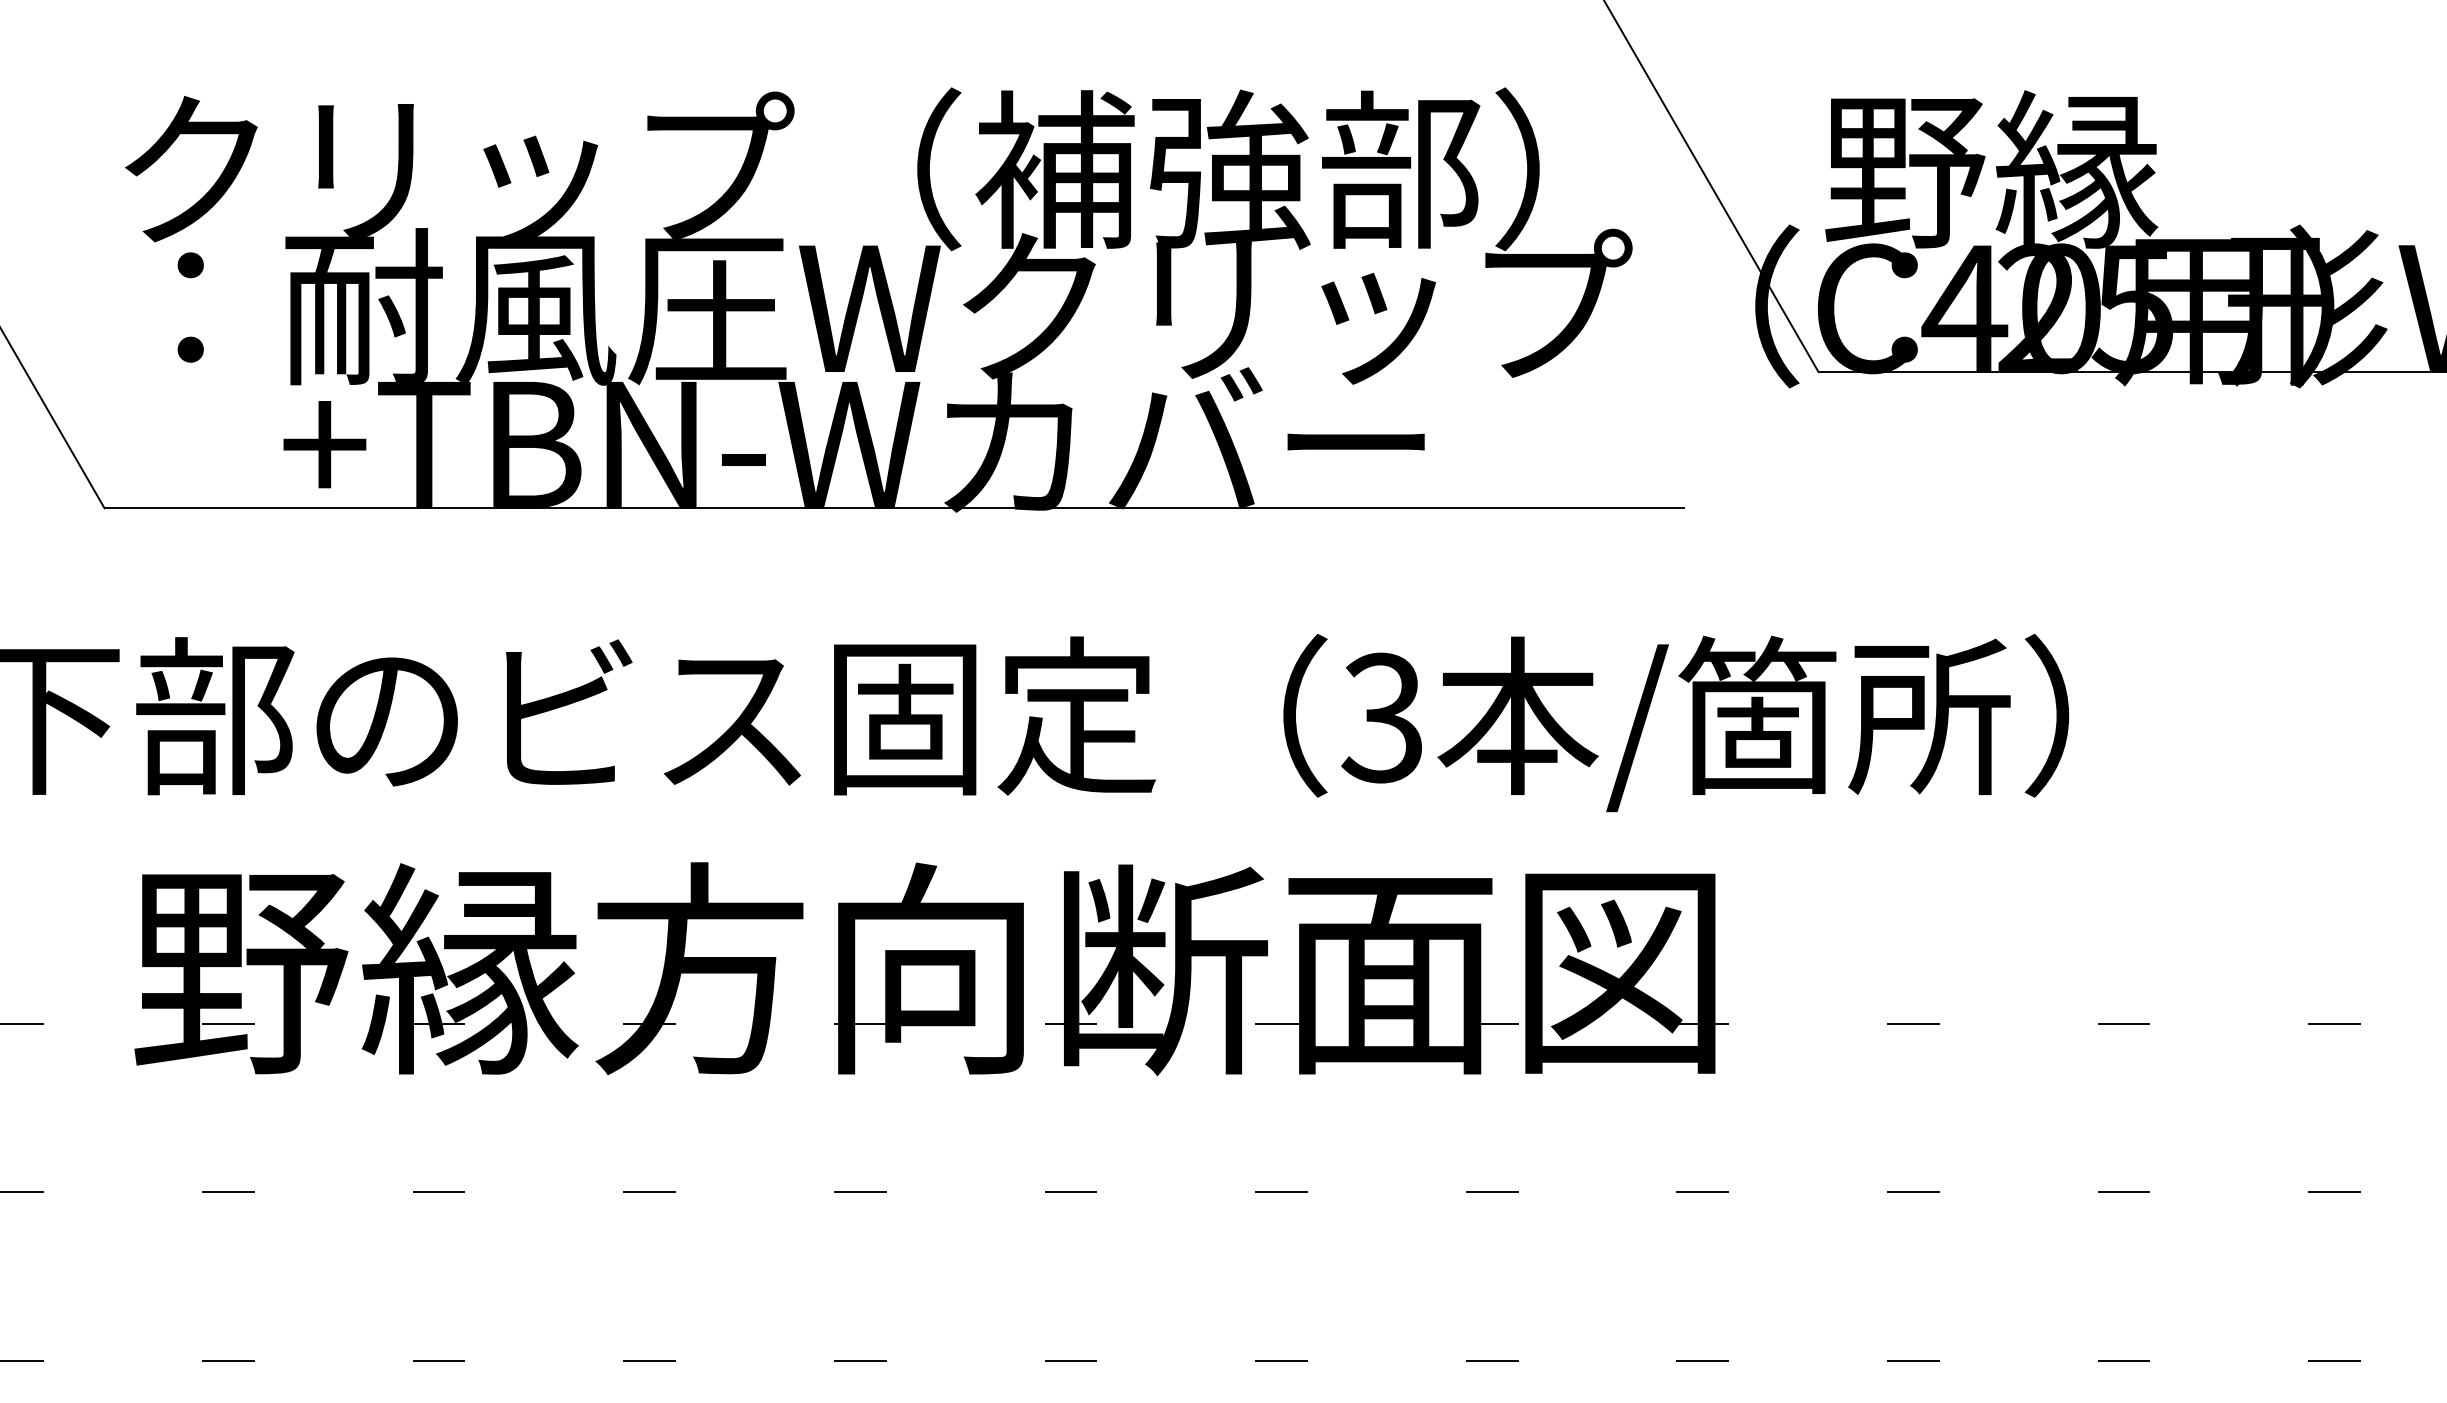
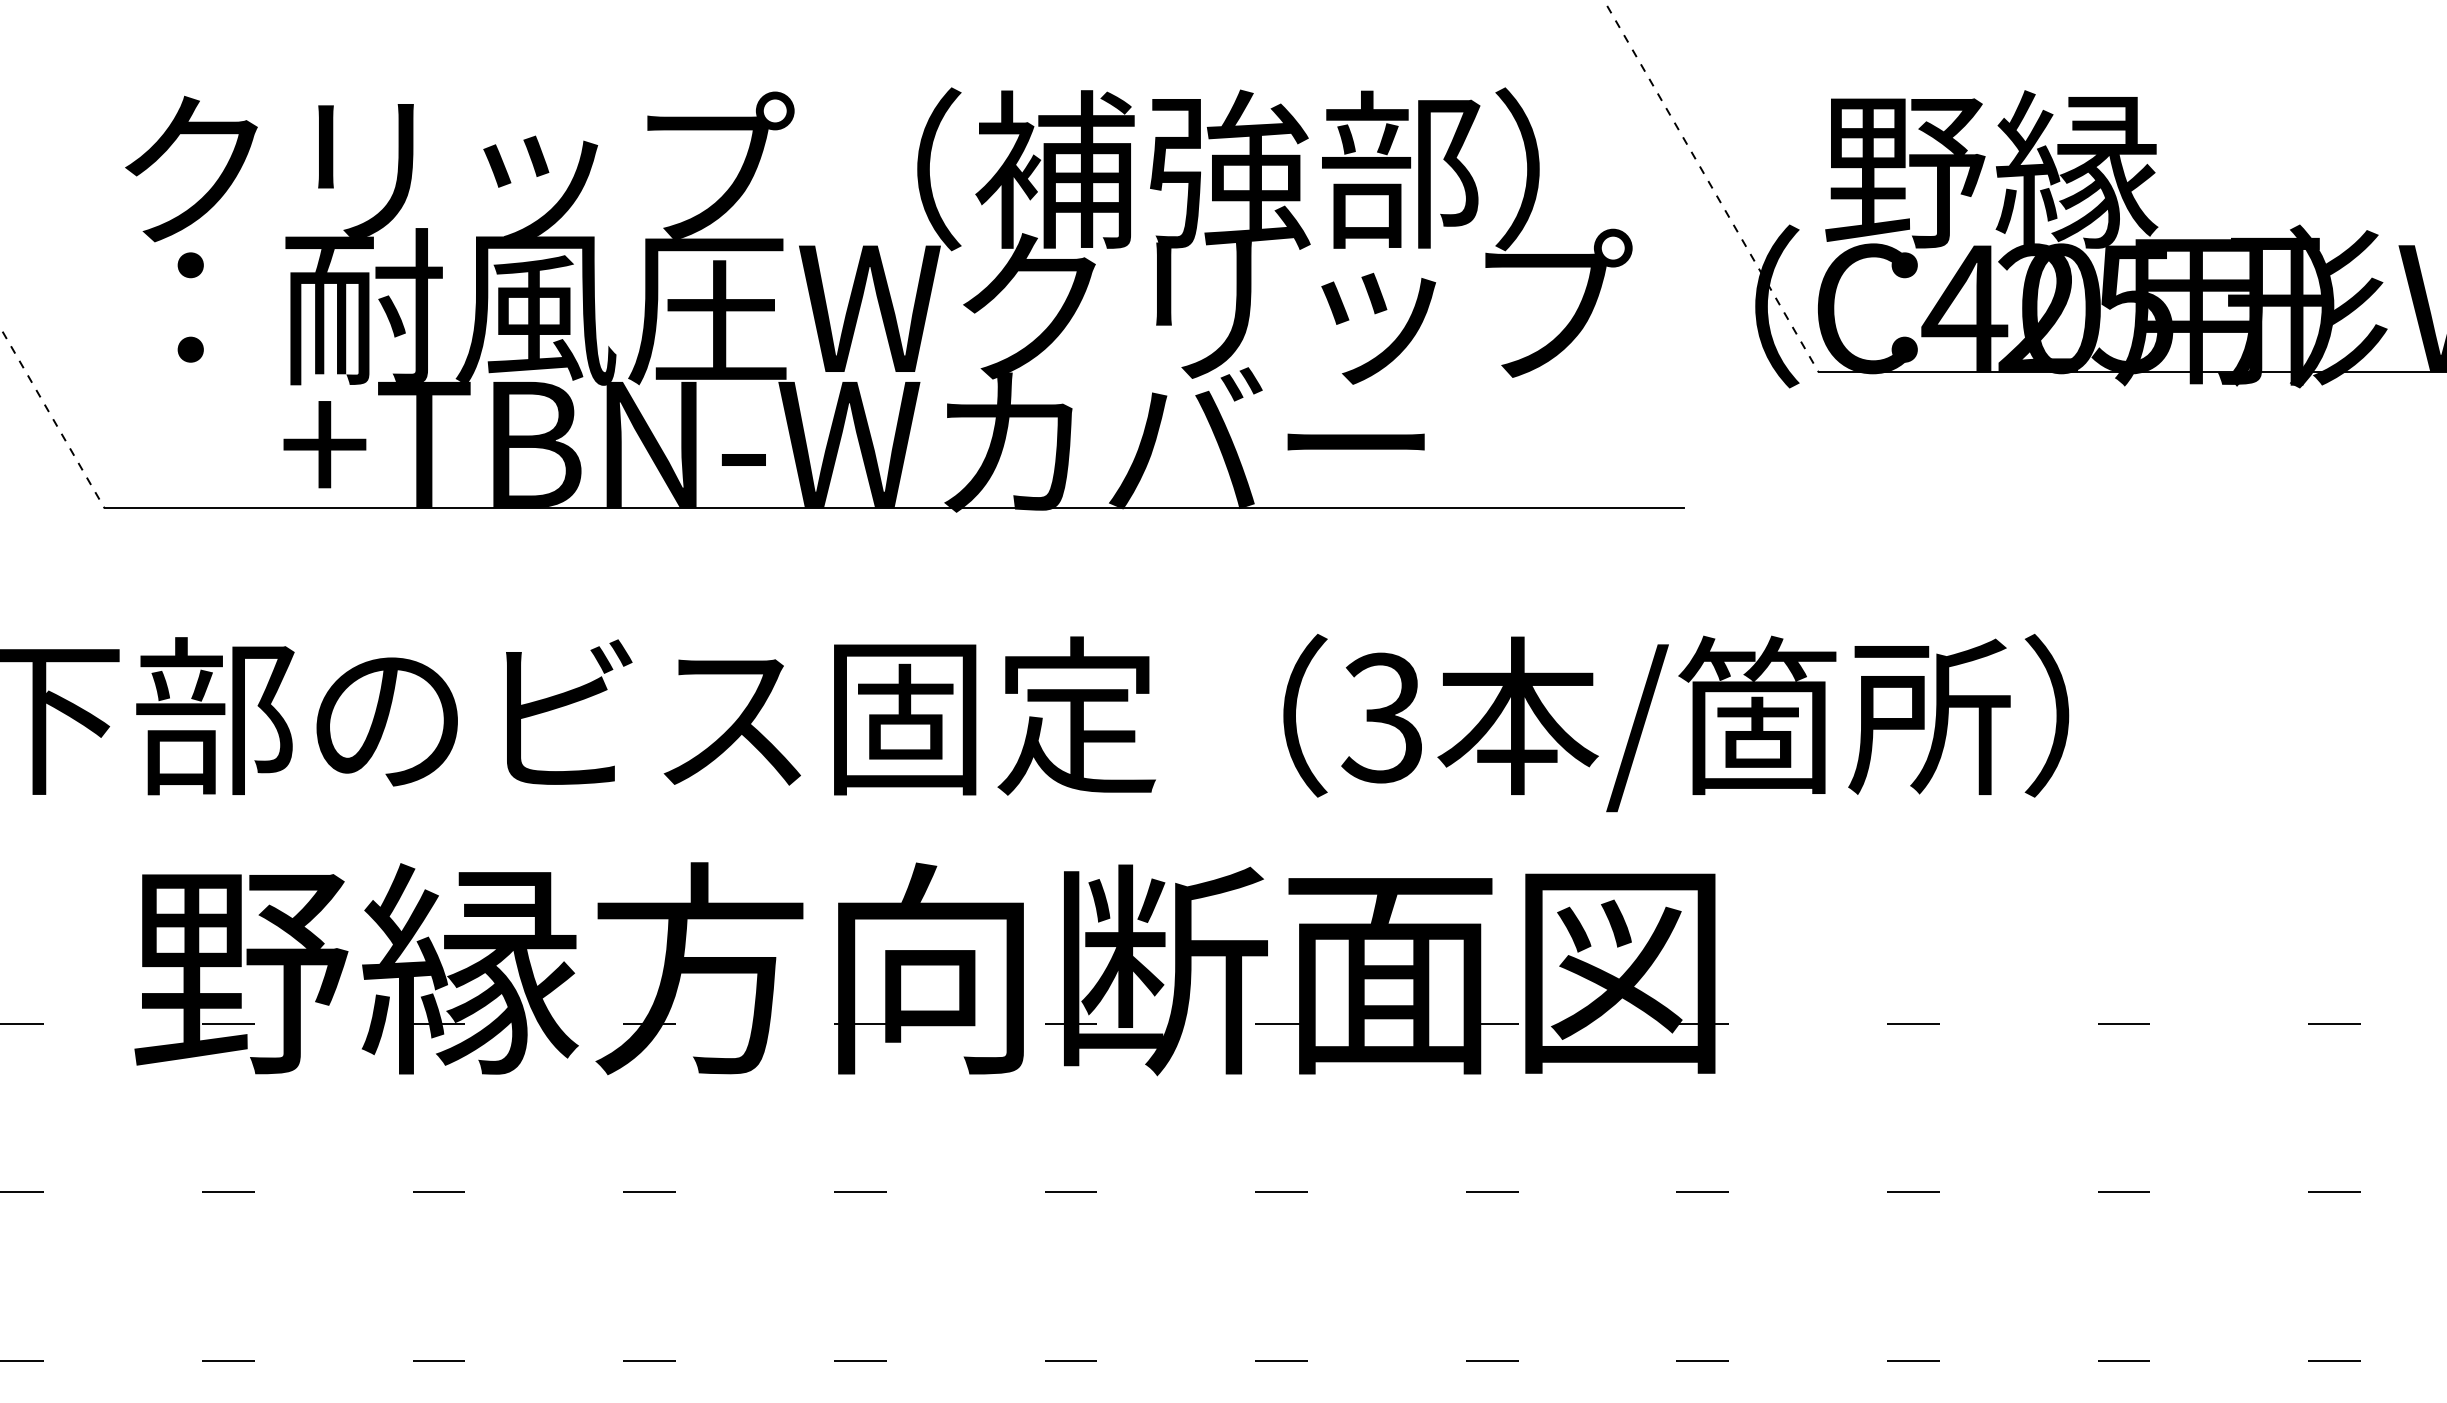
line at (1711, 186): solid -> dashed
line at (52, 418): solid -> dashed
